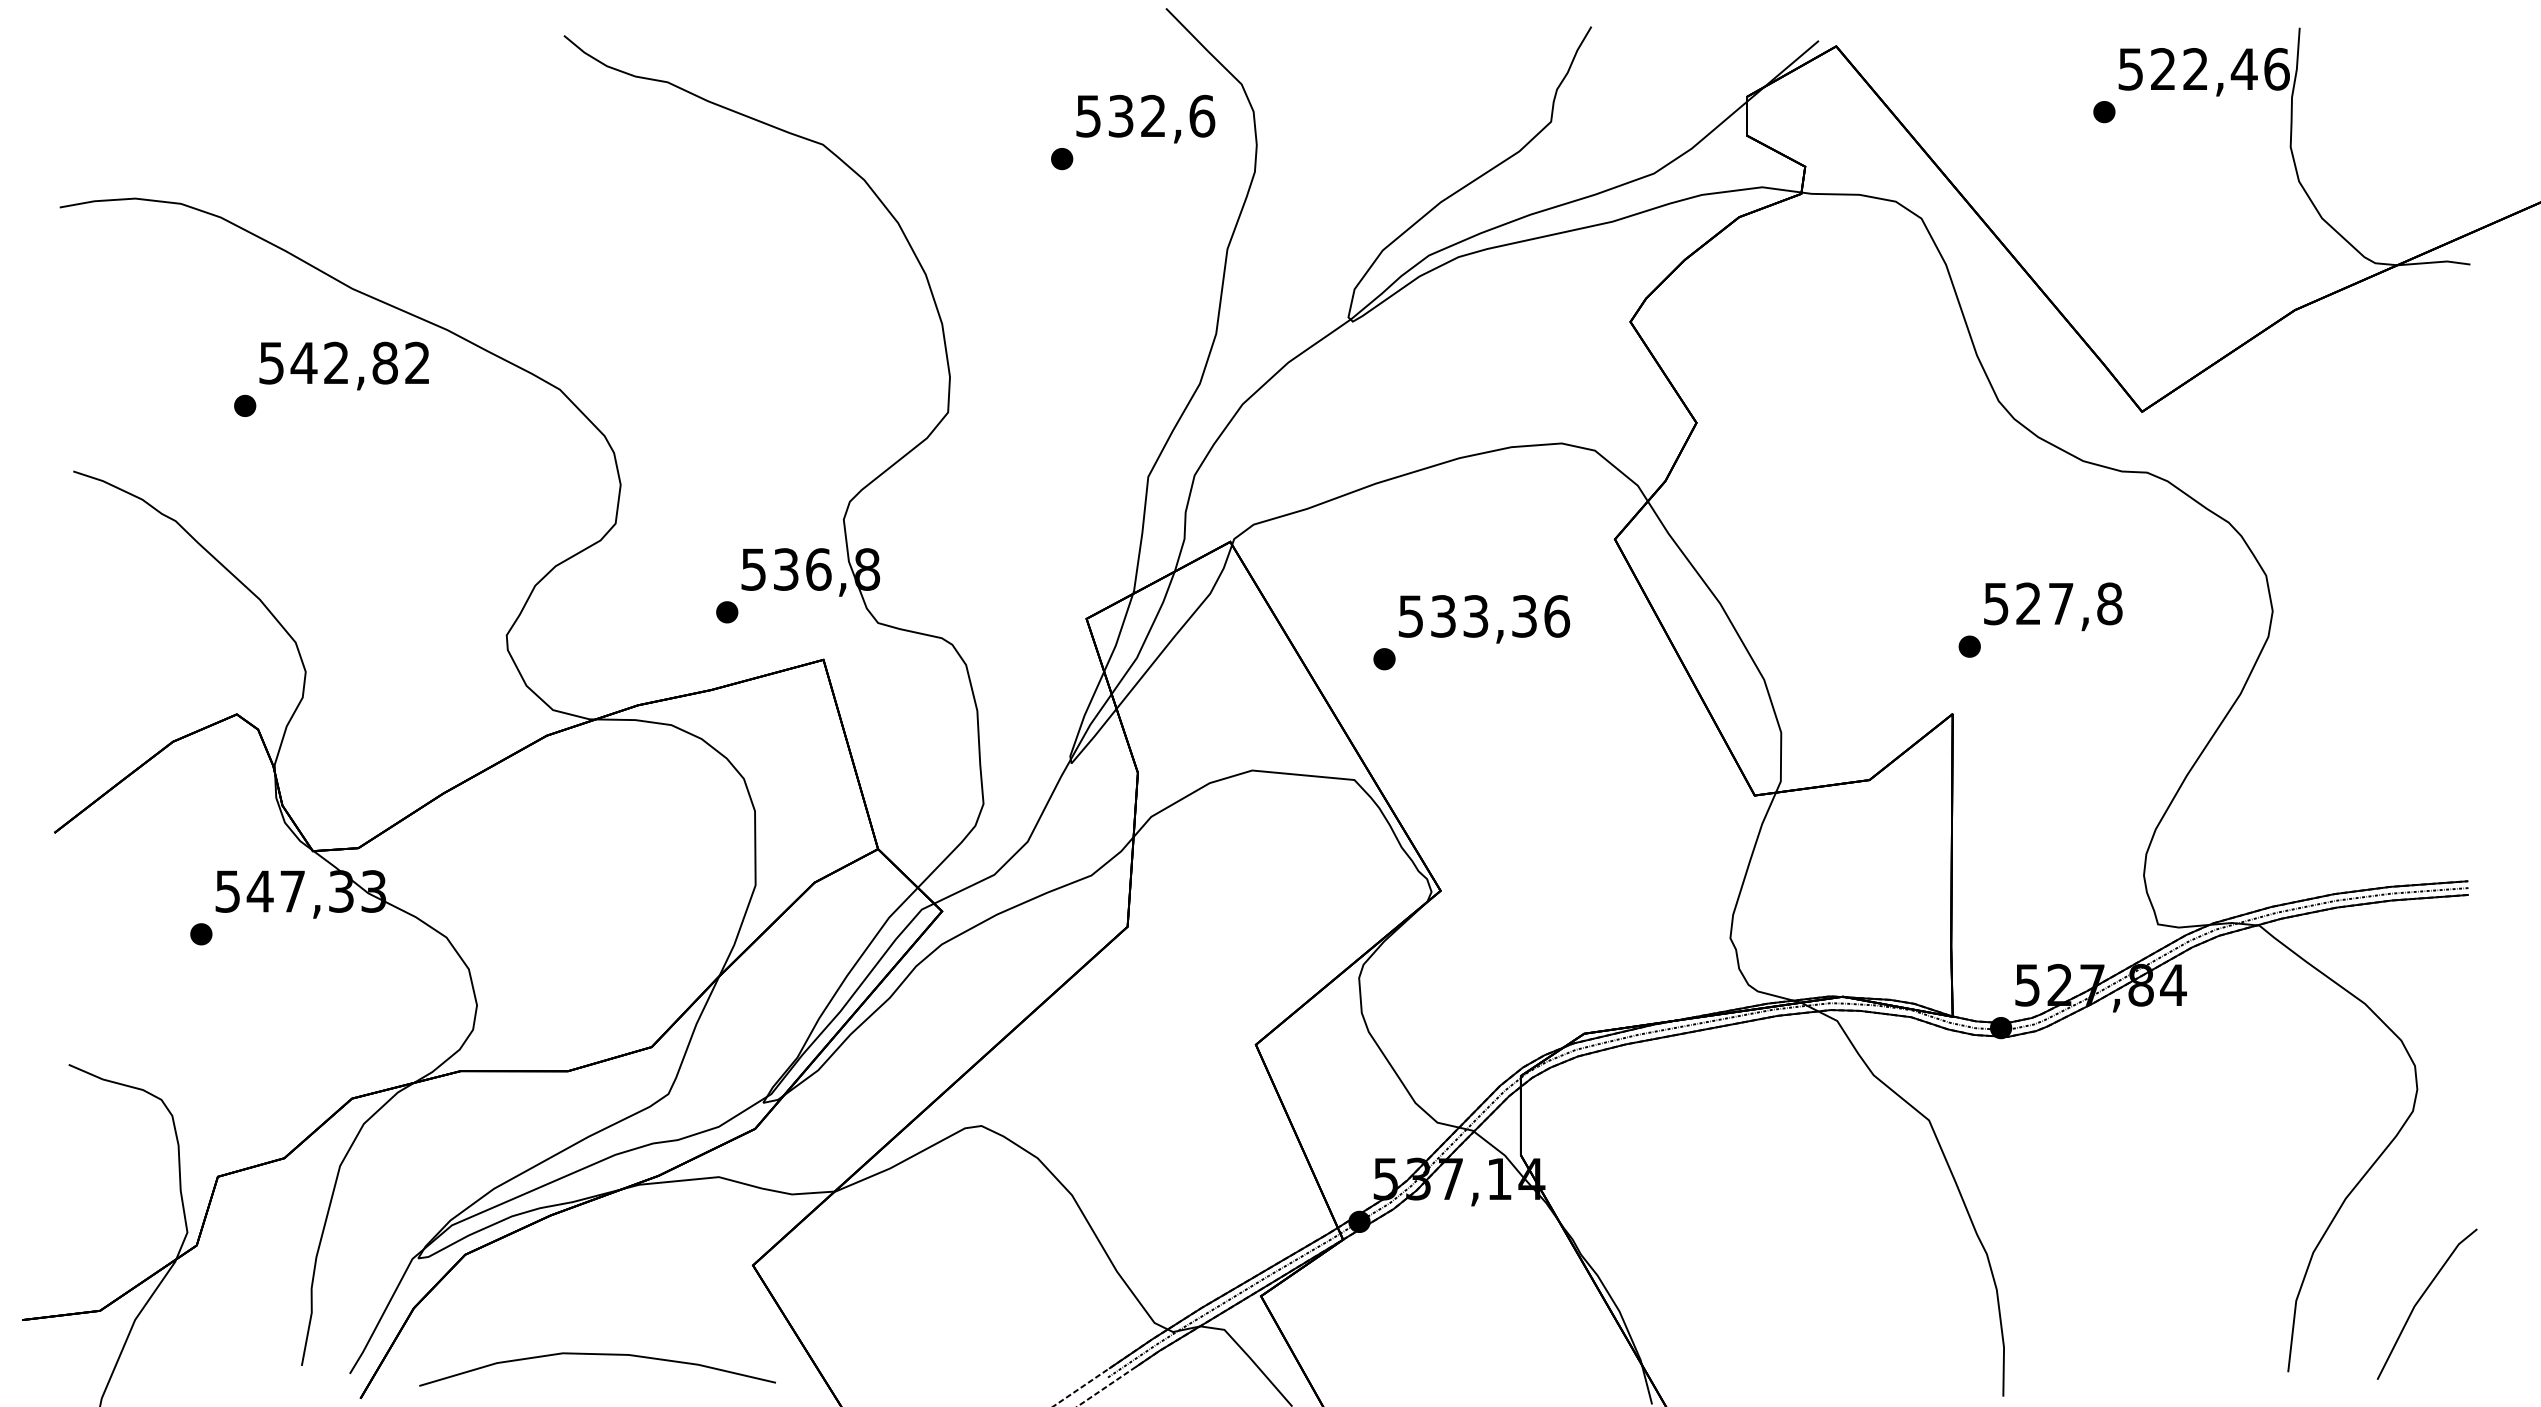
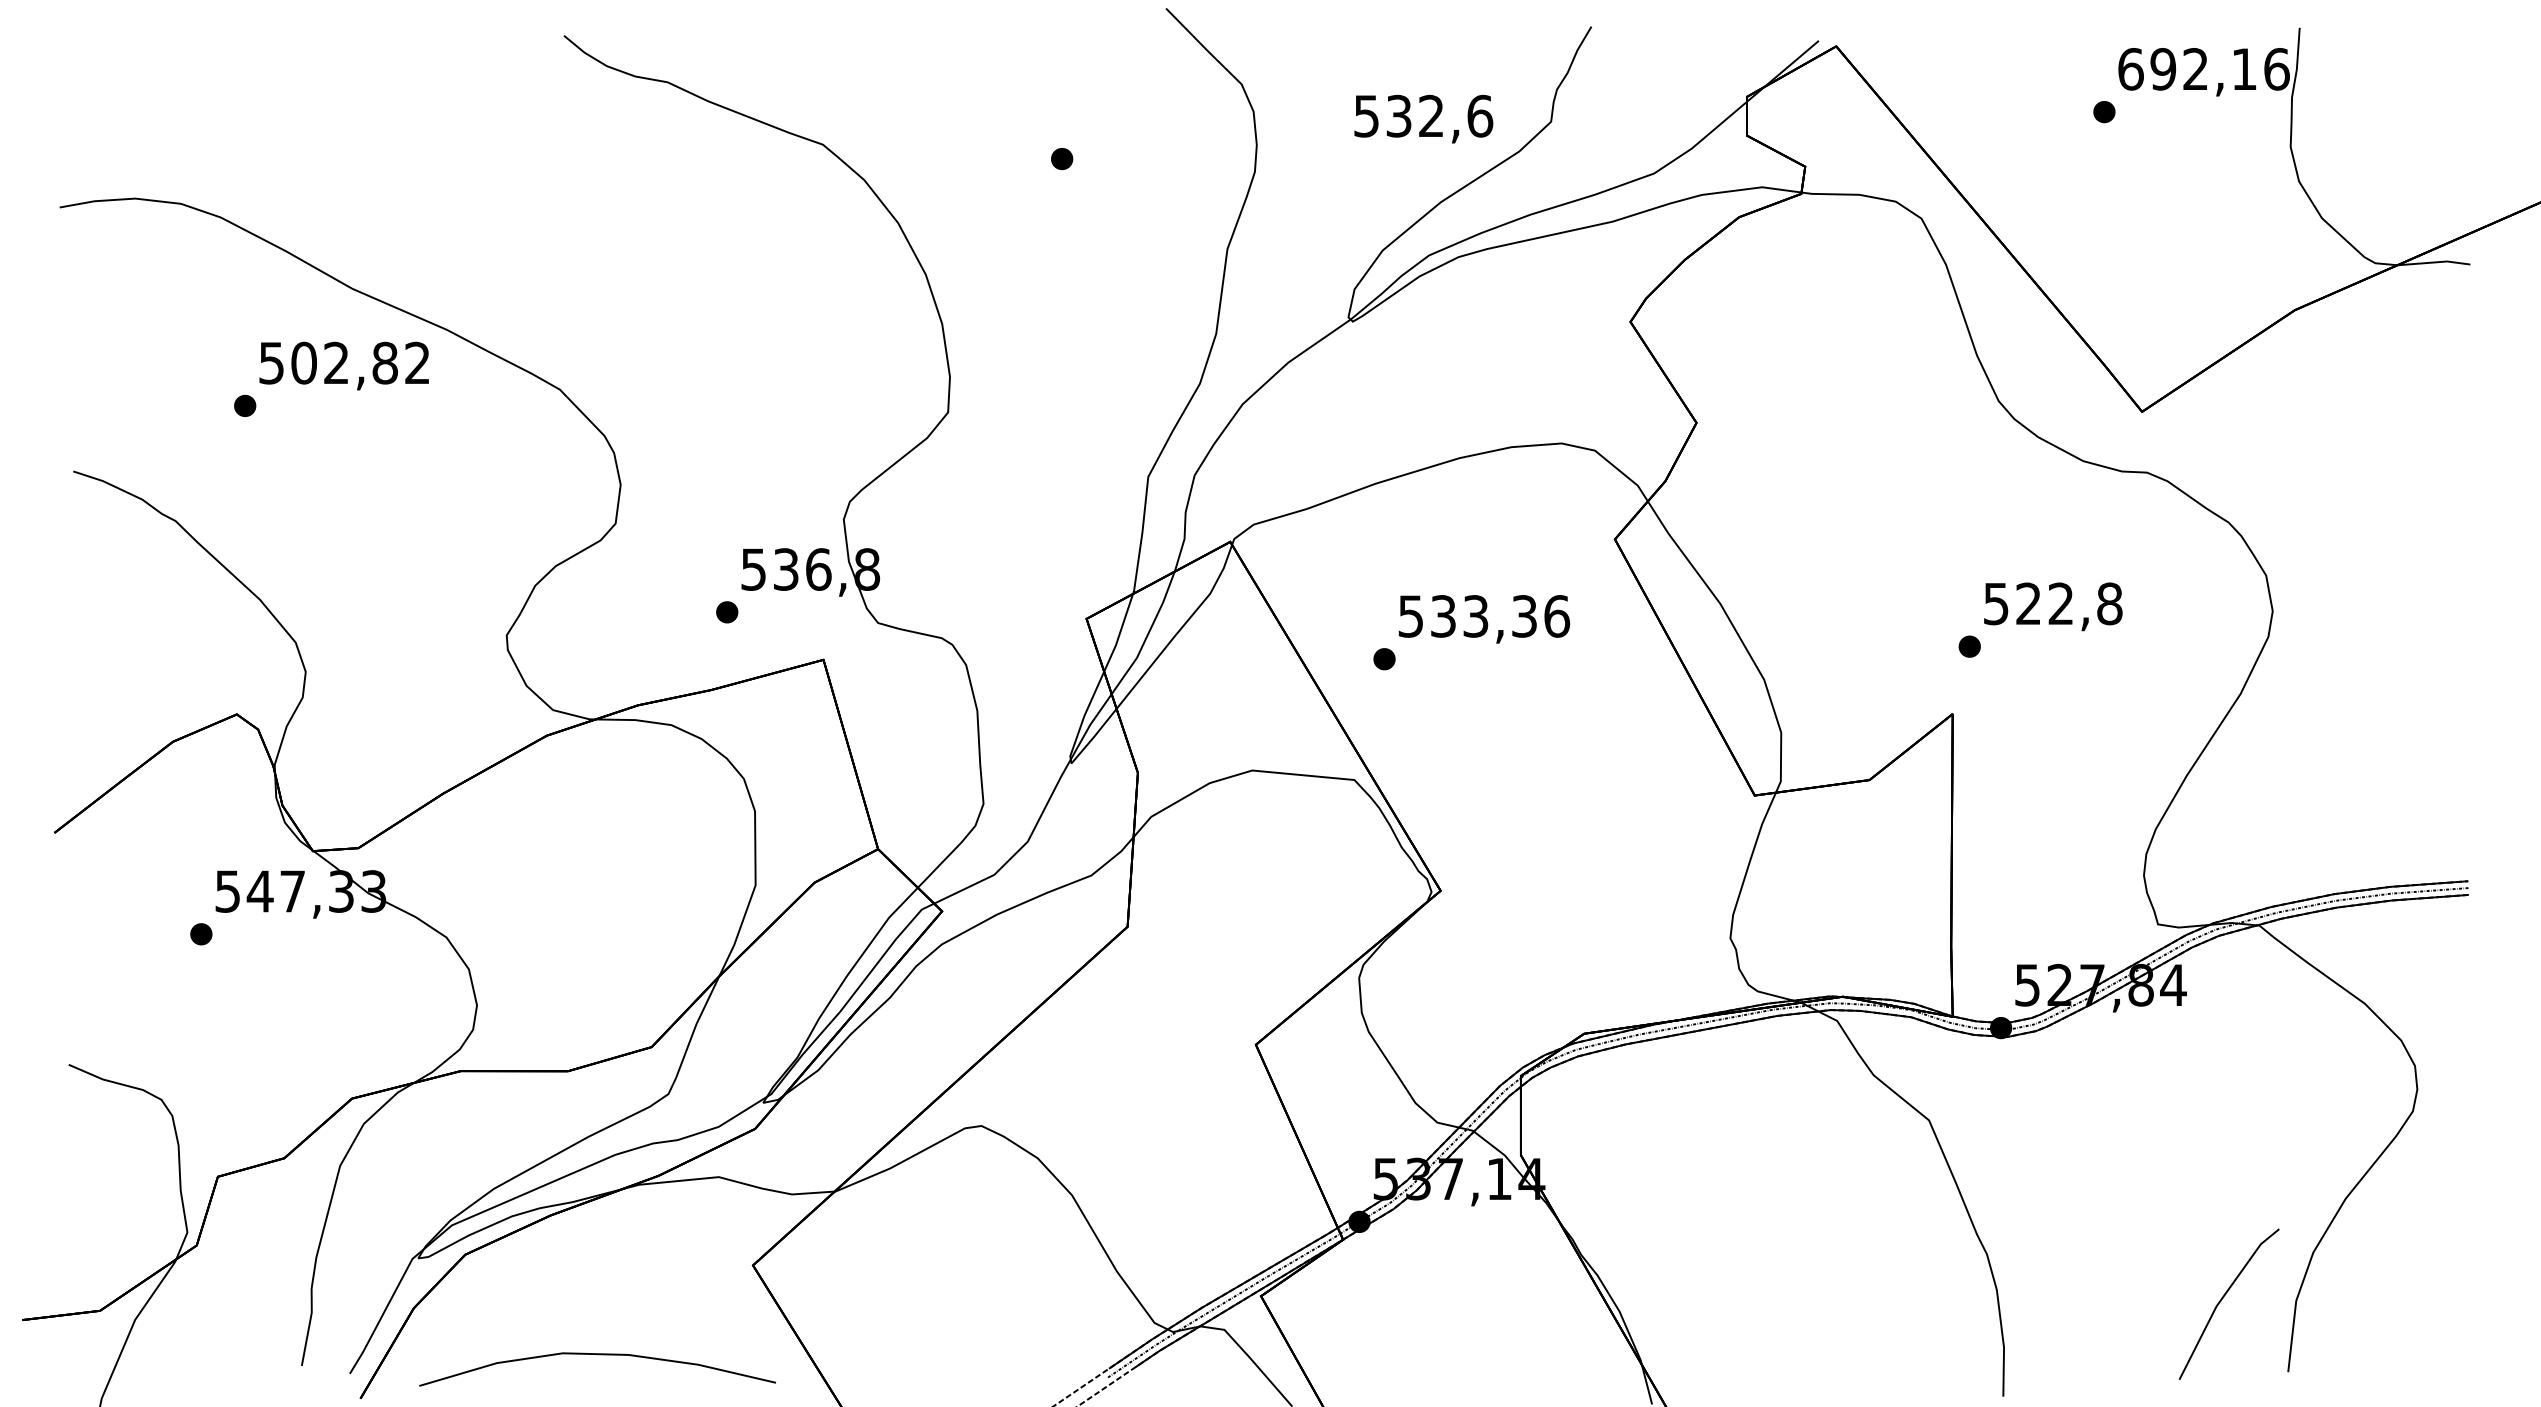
text at (2187, 69): 522,46 -> 692,16
text at (1145, 118) position: (1145, 118) -> (1423, 118)
text at (303, 362): 542,82 -> 502,82
text at (2060, 603): 527,8 -> 522,8
curve at (2421, 1298) position: (2421, 1298) -> (2223, 1298)
